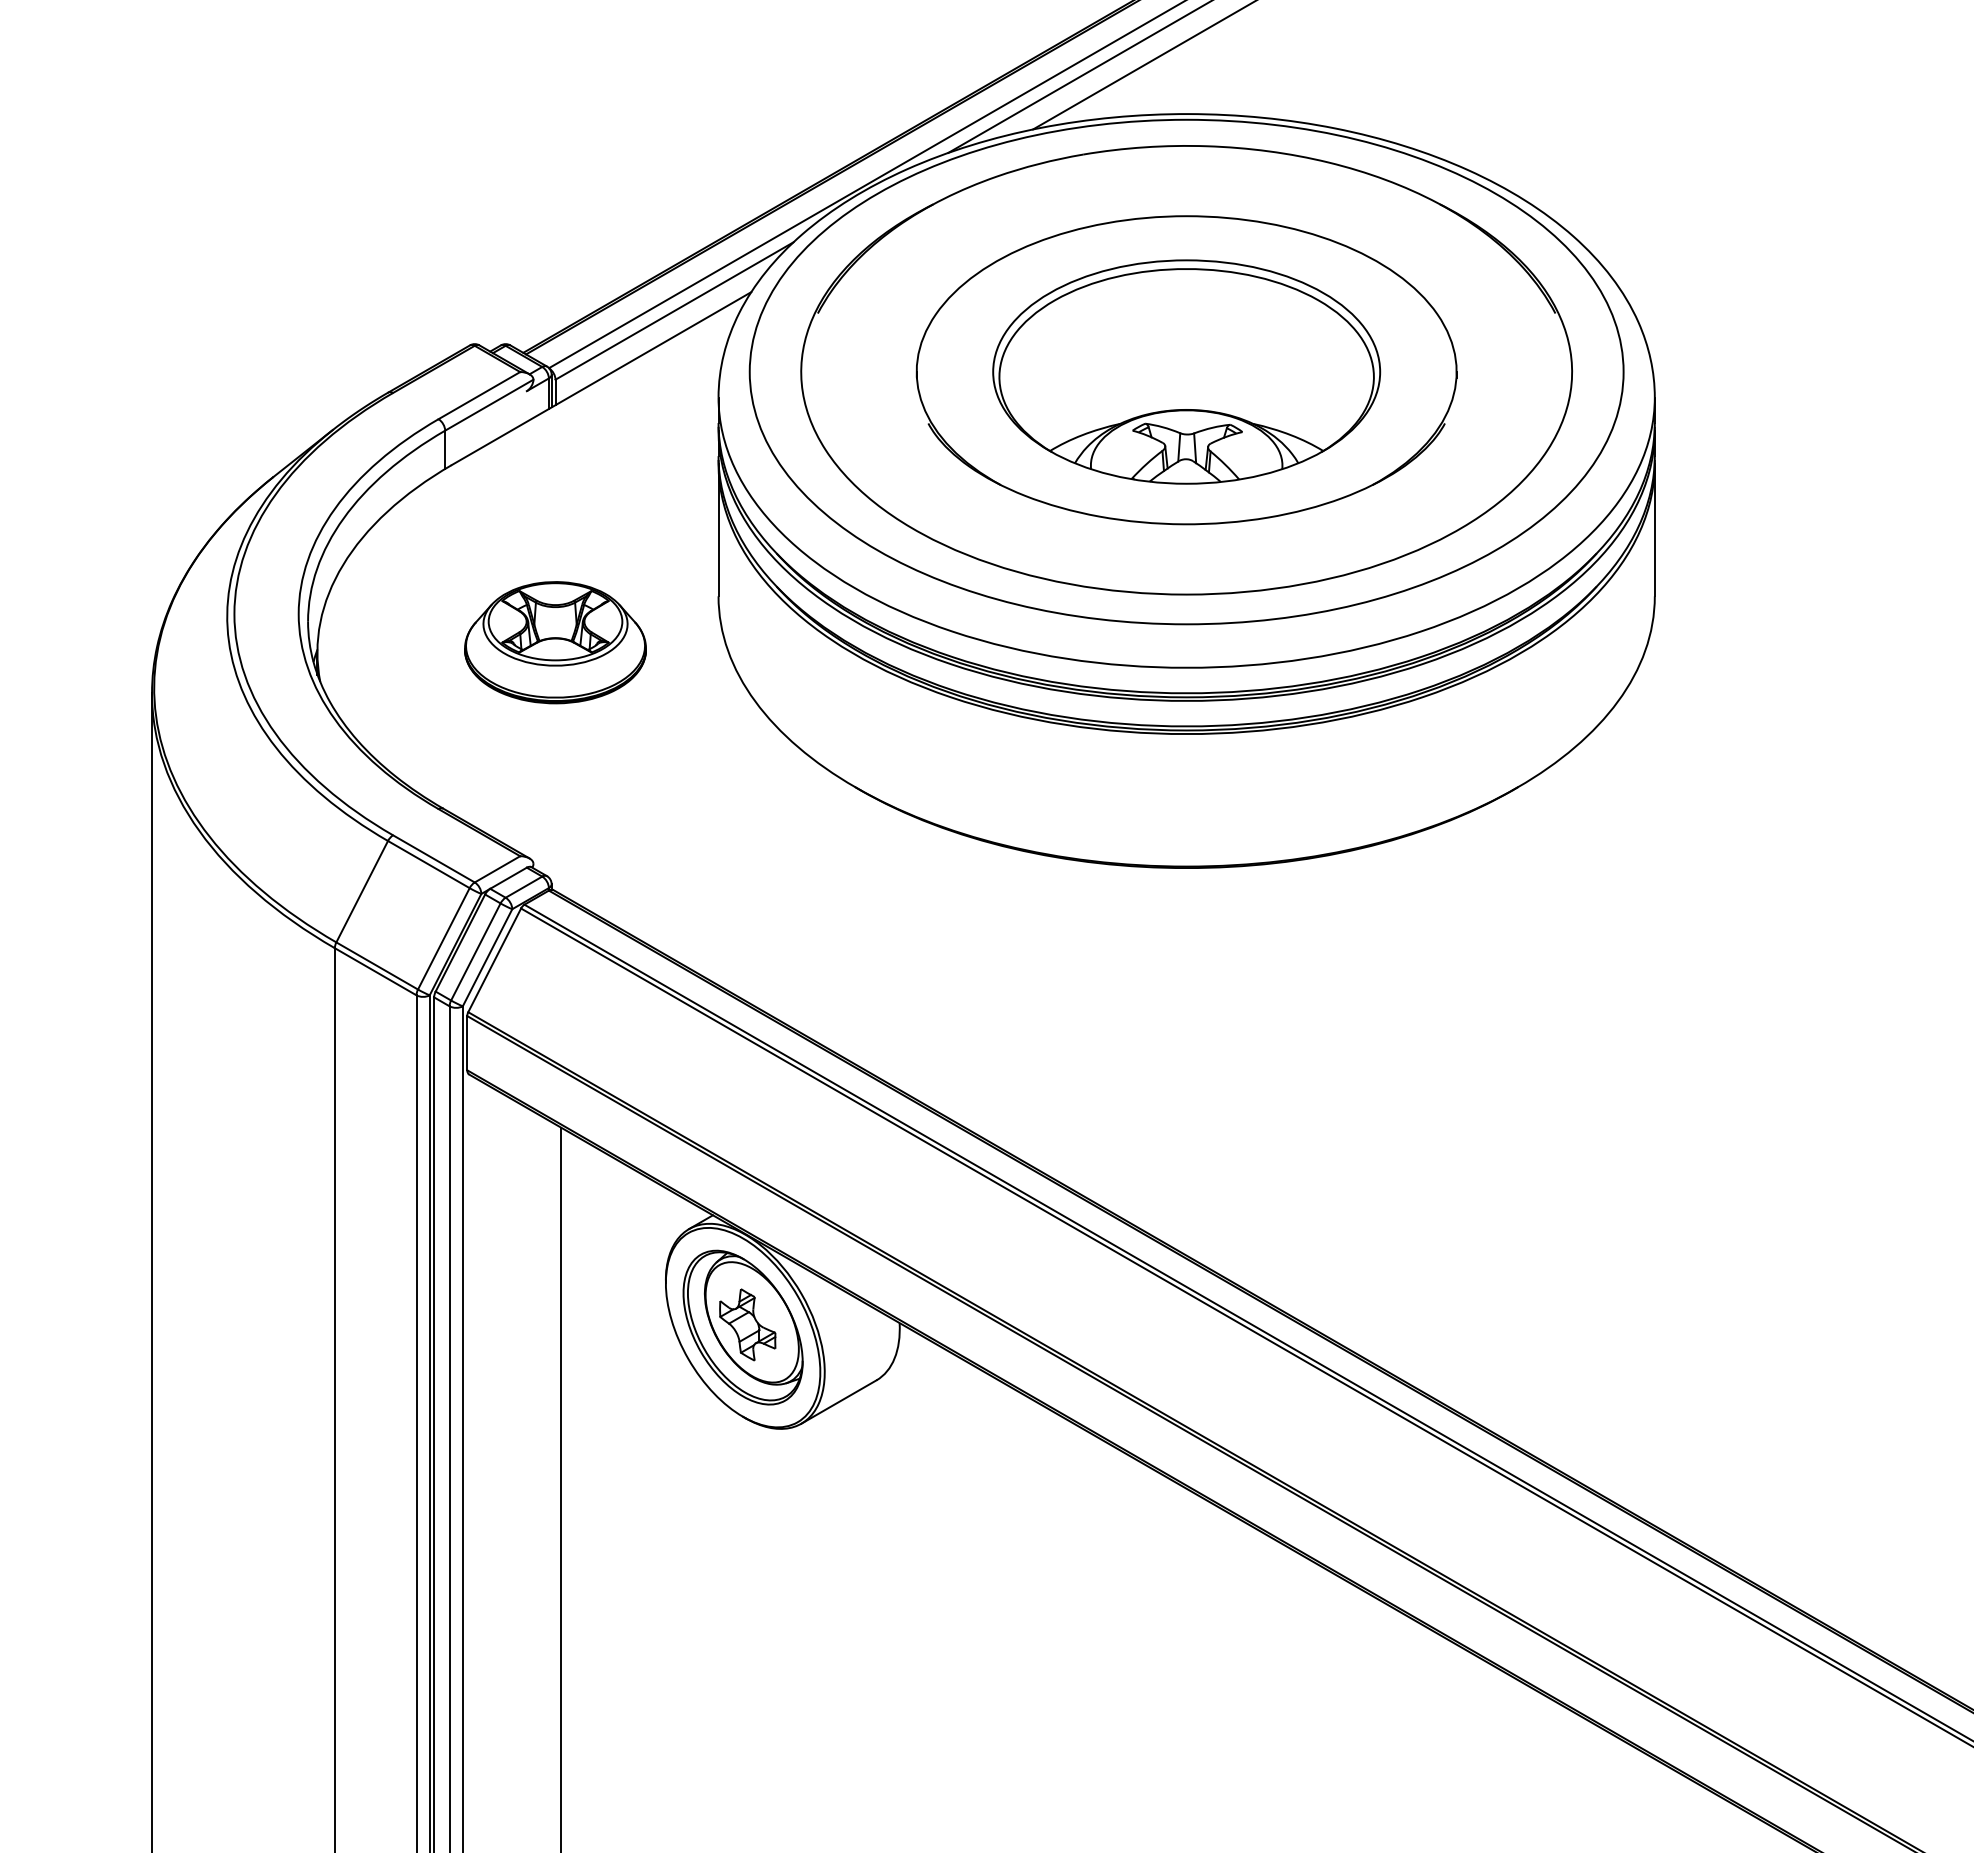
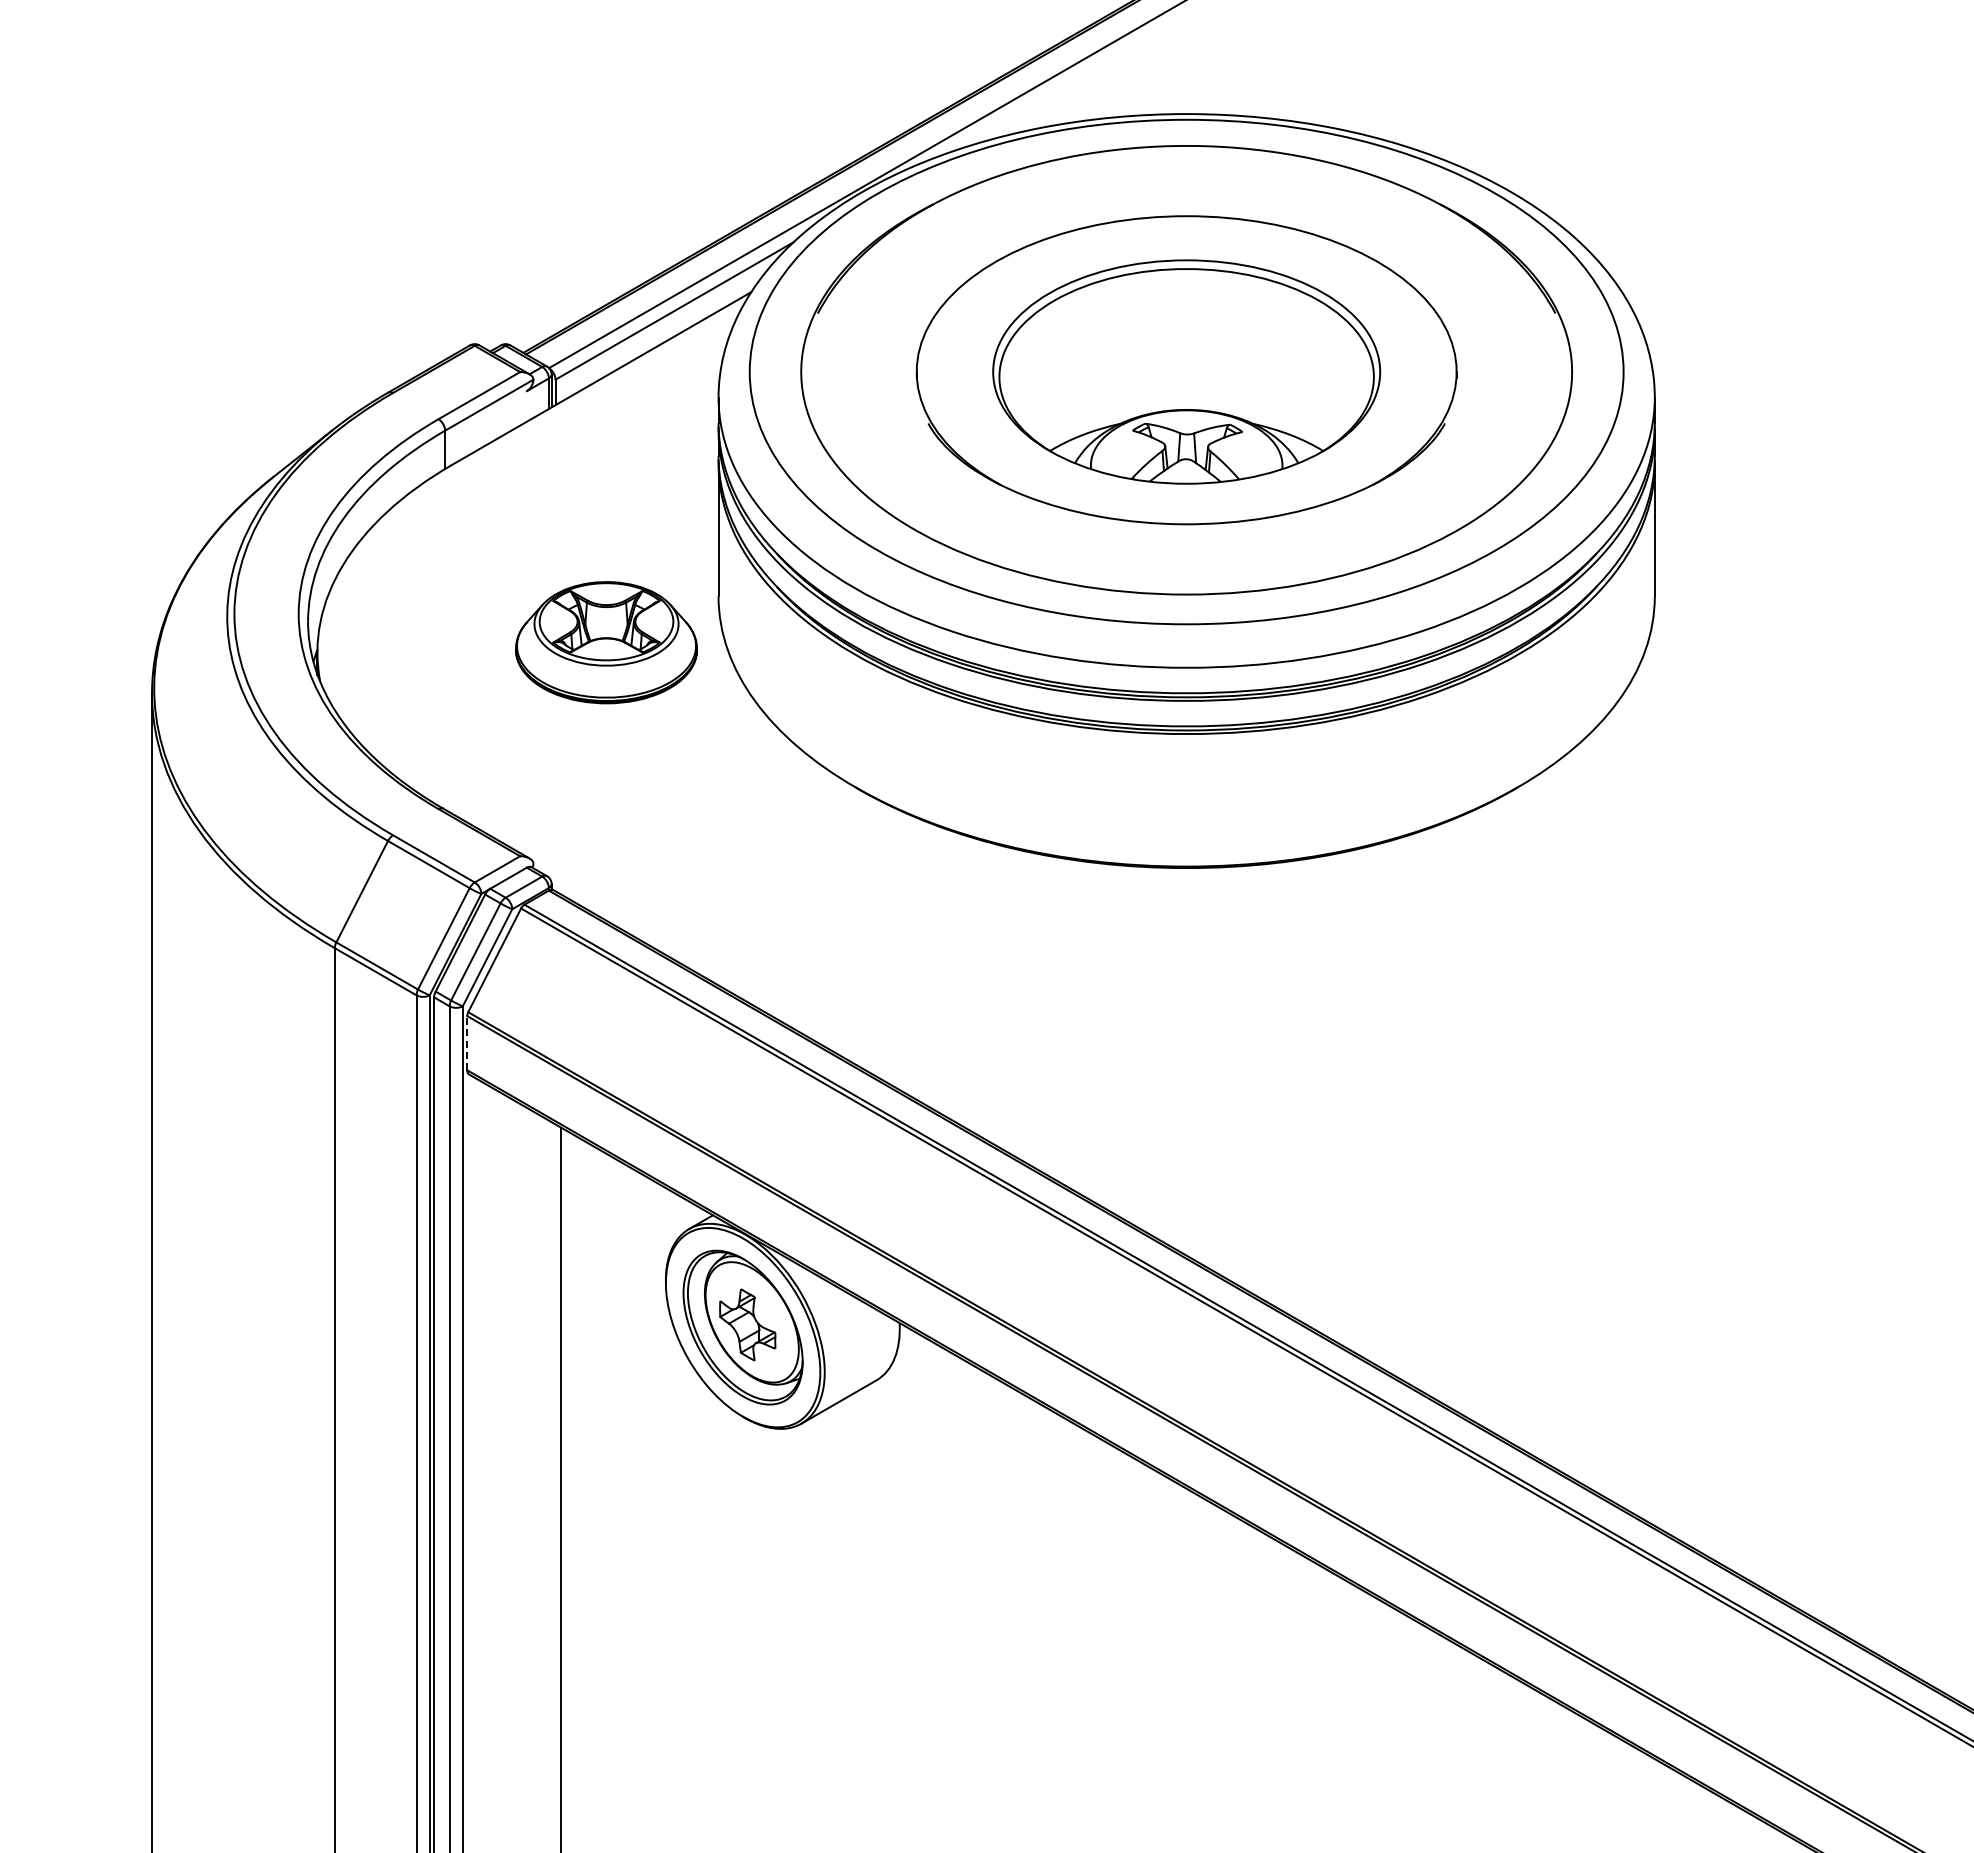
line at (1143, 65): present -> none
line at (1078, 77): present -> none
part at (555, 642) position: (555, 642) -> (606, 642)
line at (467, 1042): solid -> dashed
